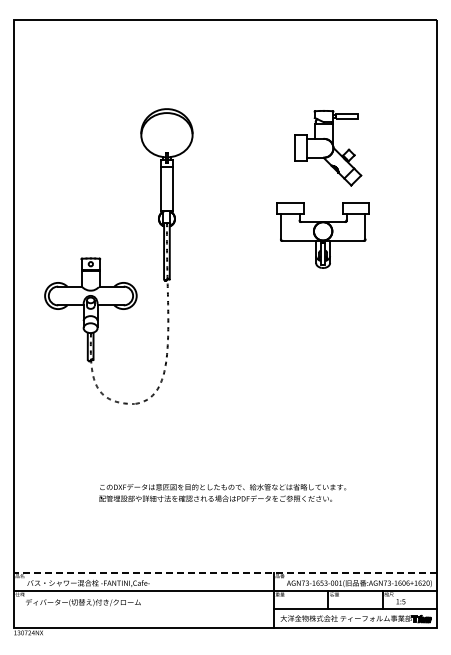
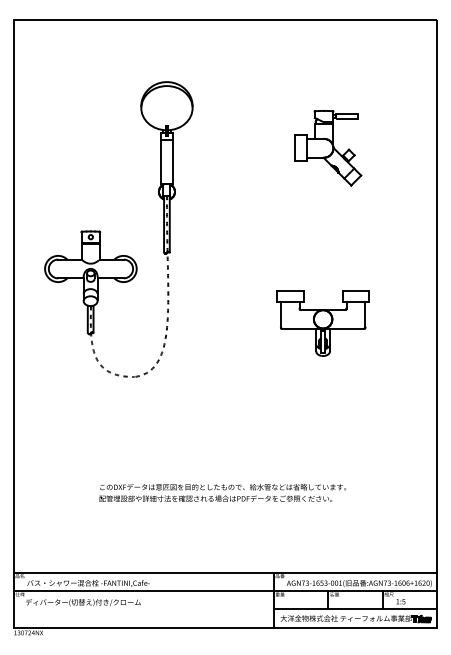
part at (322, 235) position: (322, 235) -> (322, 323)
part at (101, 258) position: (101, 258) -> (101, 231)
line at (225, 572): dashed -> solid
